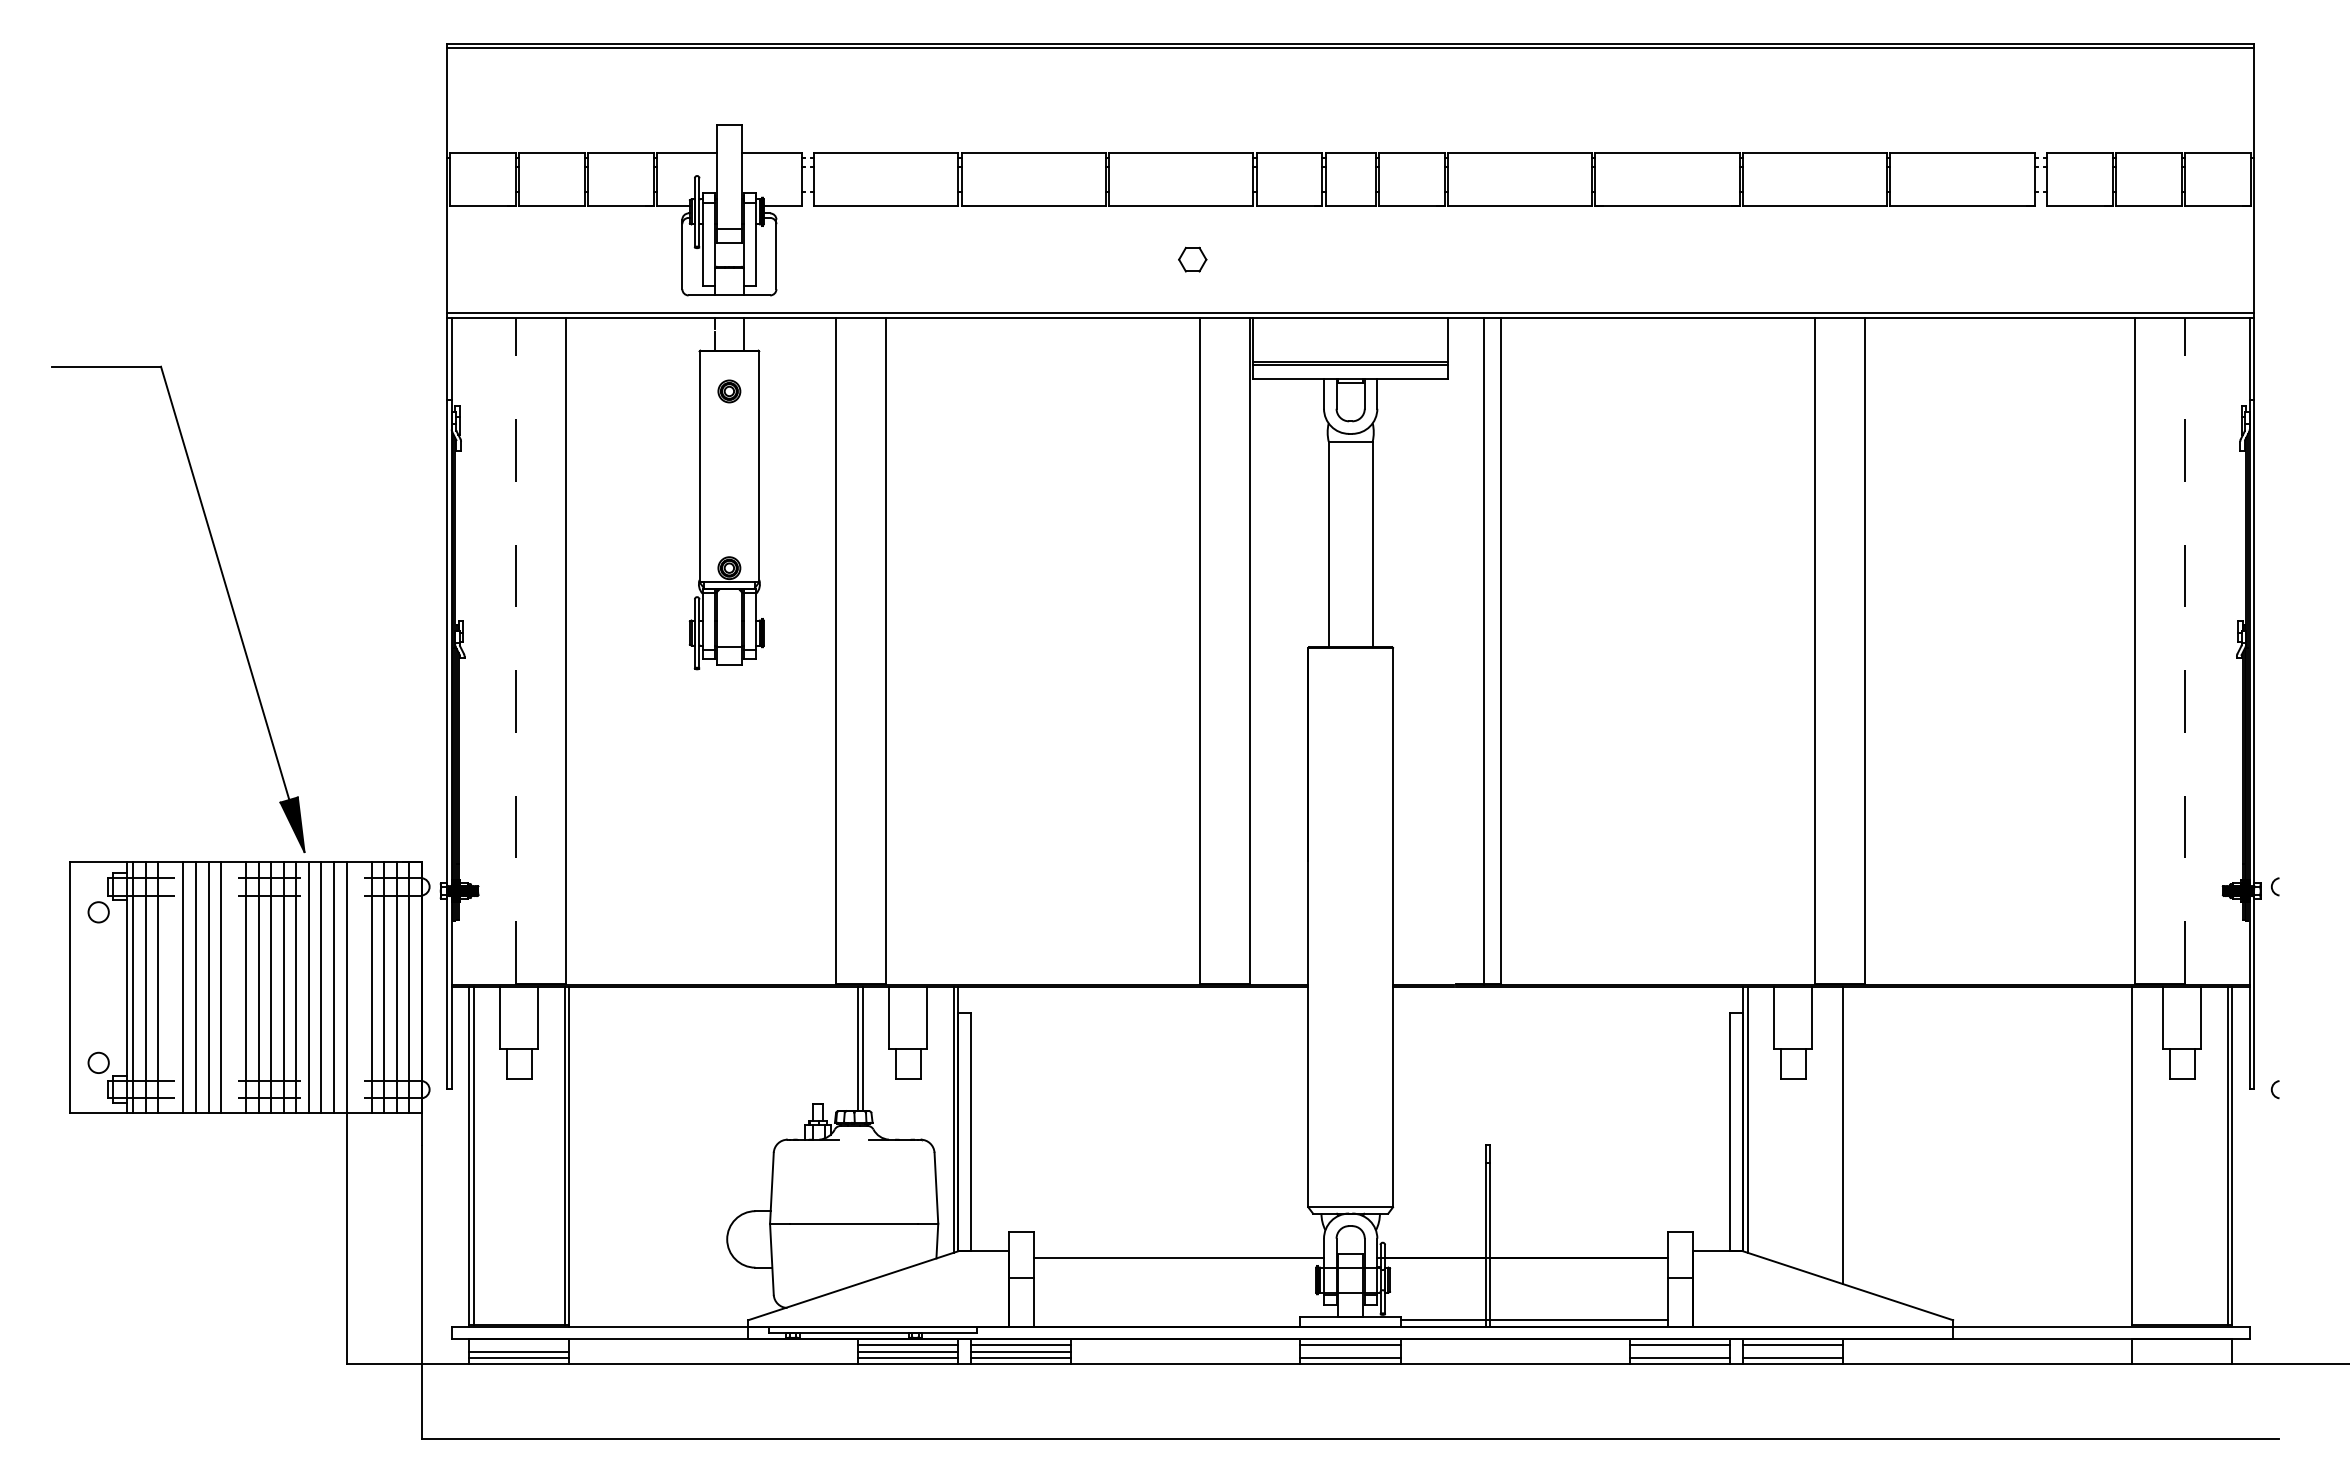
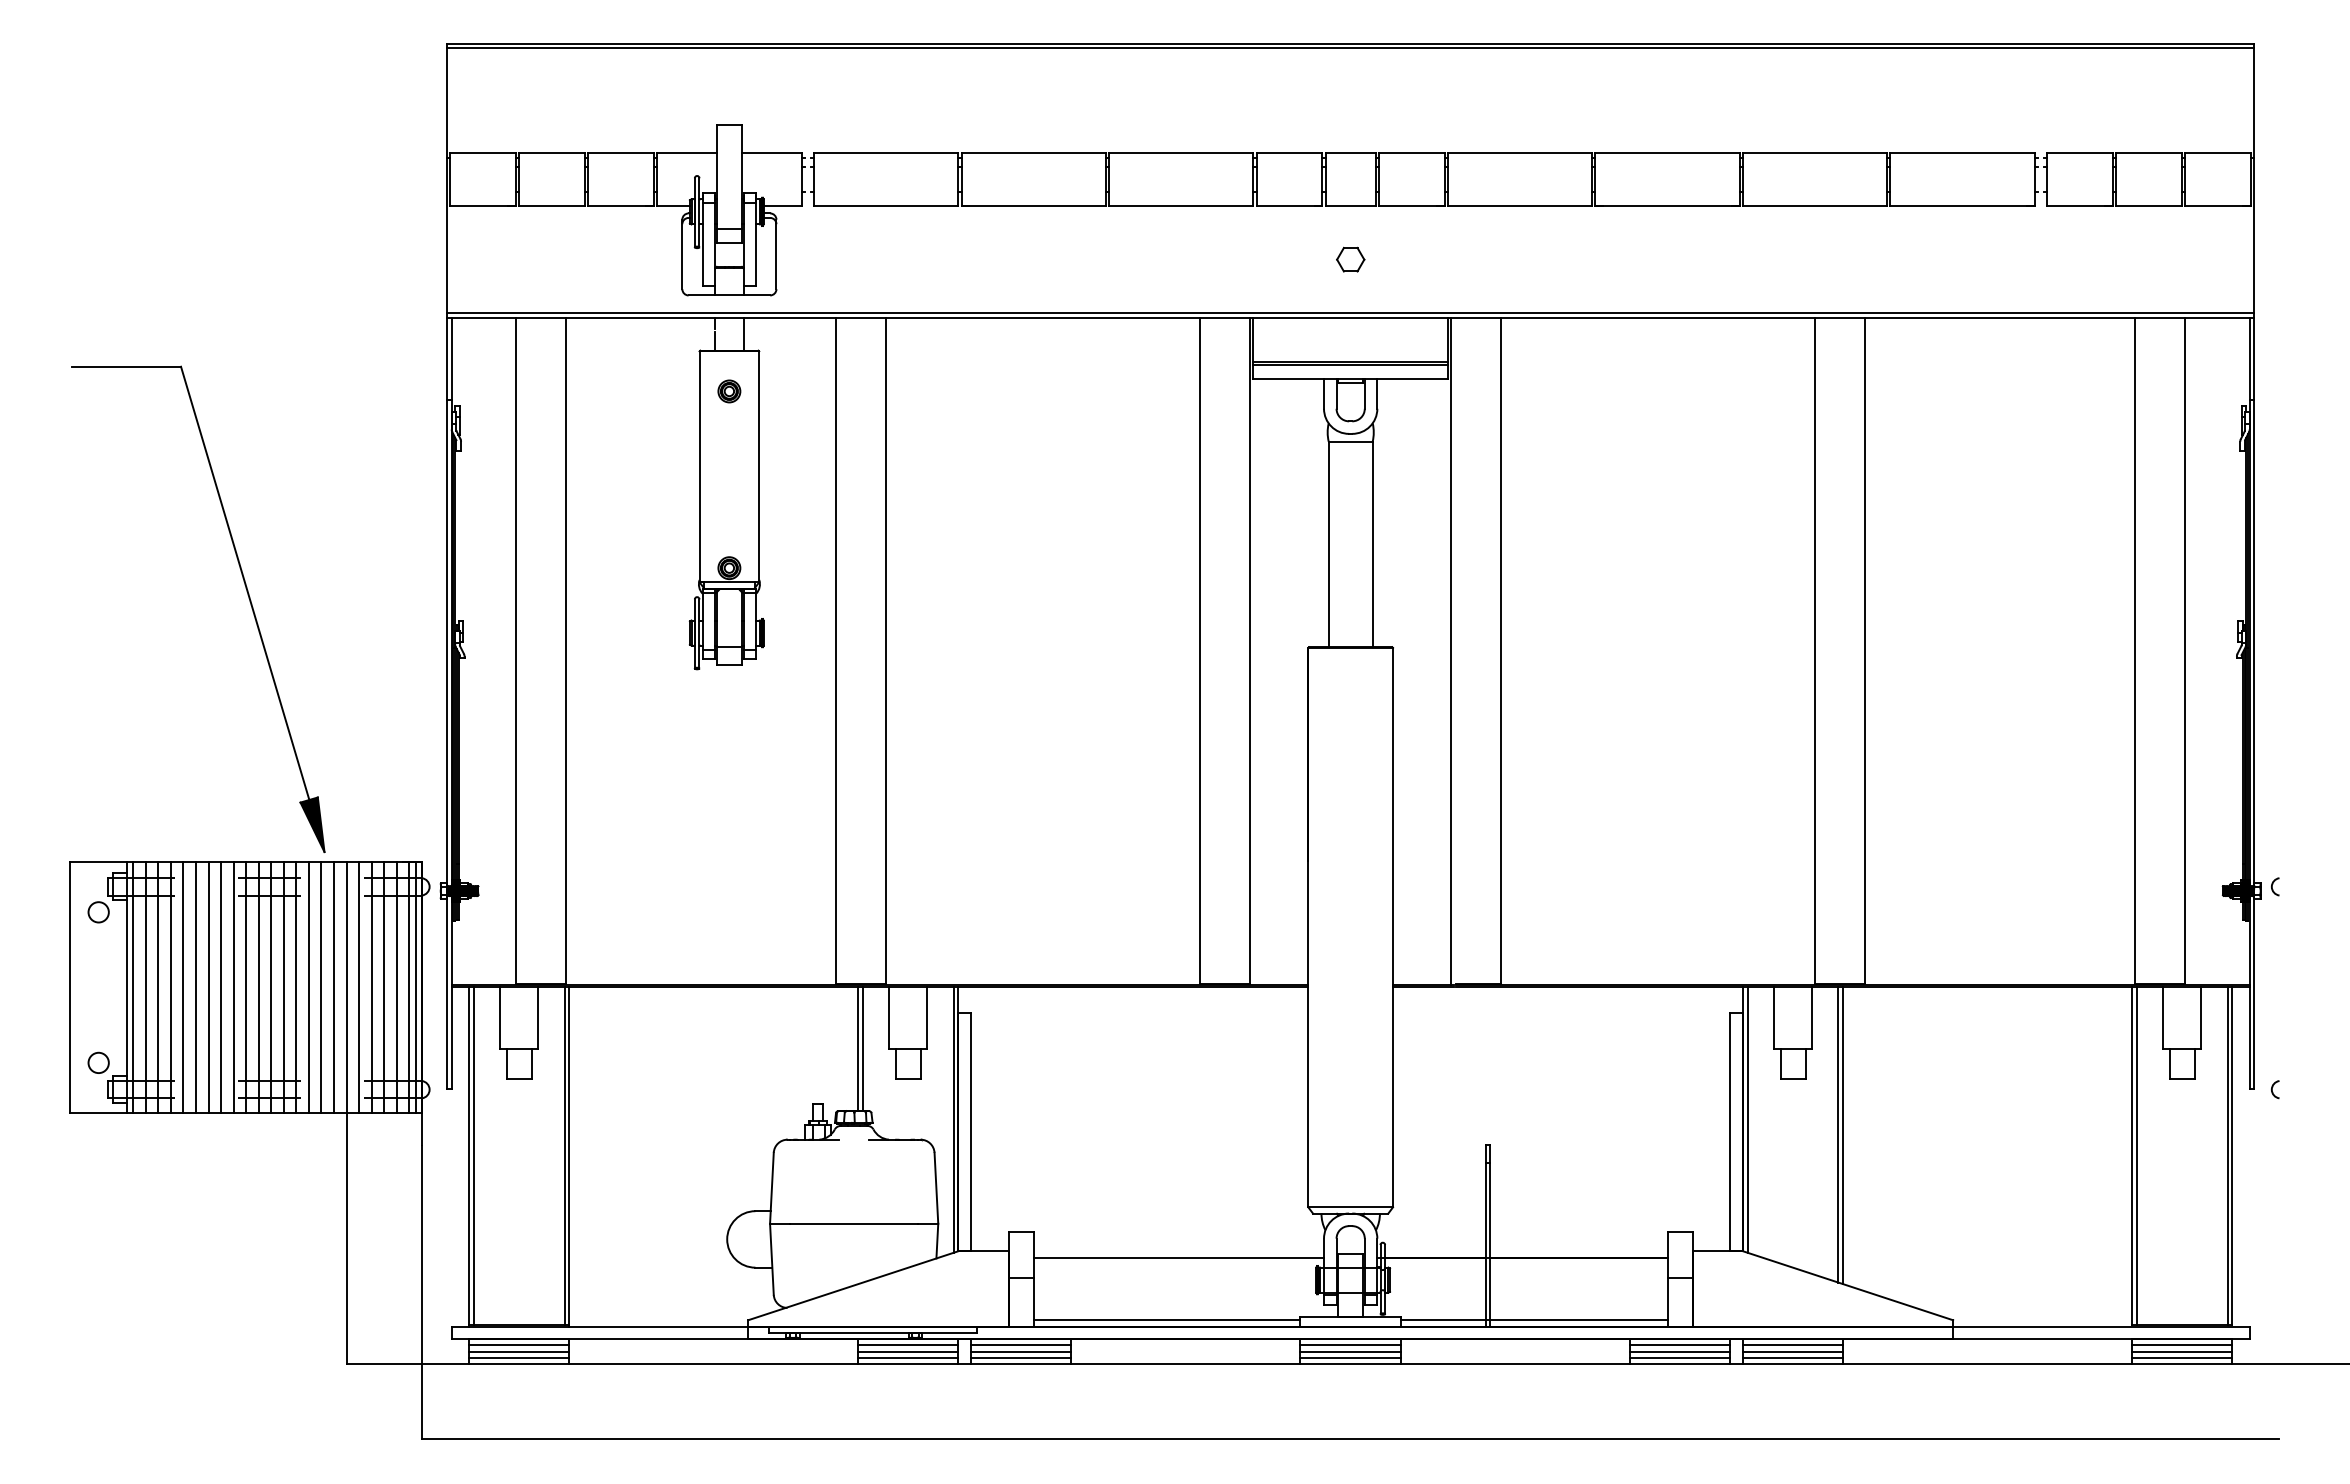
part at (1192, 259) position: (1192, 259) -> (1350, 259)
part at (227, 595) position: (227, 595) -> (247, 595)
line at (516, 650): dashed -> solid
line at (1484, 650) position: (1484, 650) -> (1451, 650)
line at (2185, 650): dashed -> solid
line at (170, 987): none -> present
line at (233, 987): none -> present
line at (359, 987): none -> present
line at (415, 987): none -> present
line at (1838, 1134): none -> present
line at (2136, 1155): none -> present
line at (1166, 1320): none -> present
line at (518, 1345): none -> present
line at (2181, 1345): none -> present
line at (1350, 1351): none -> present
line at (1679, 1351): none -> present
line at (1792, 1351): none -> present
line at (2181, 1351): none -> present
line at (2181, 1357): none -> present
